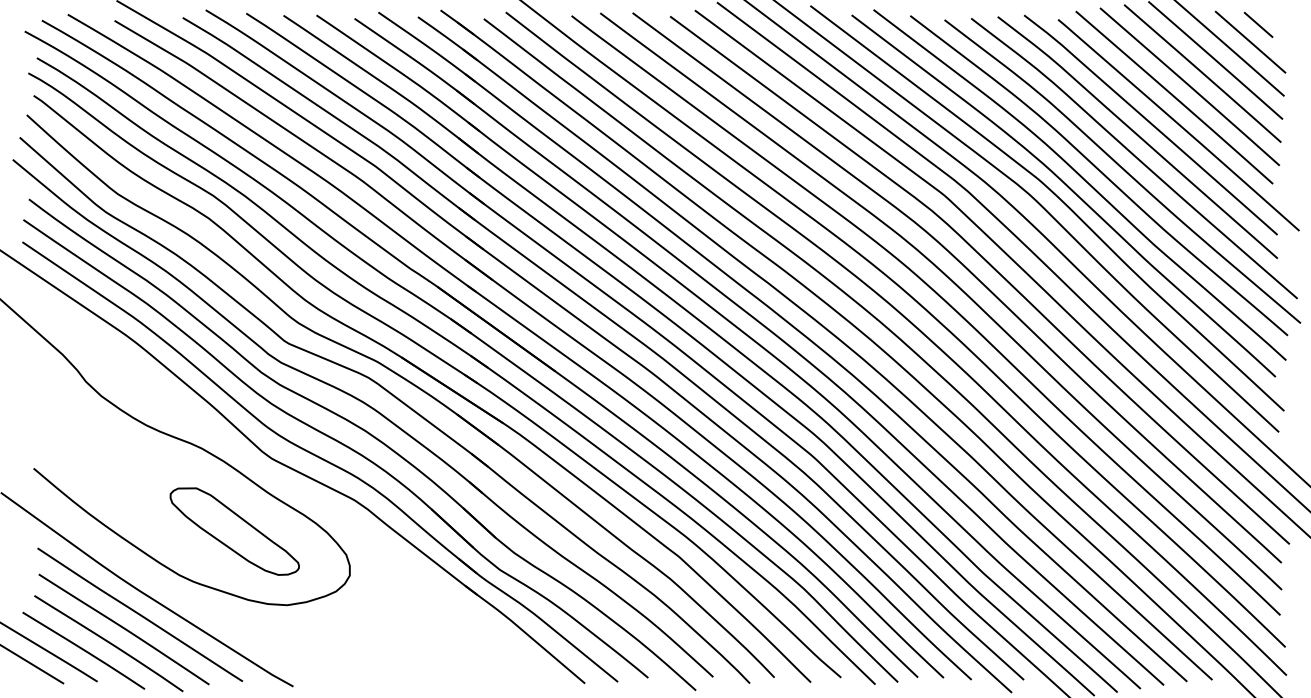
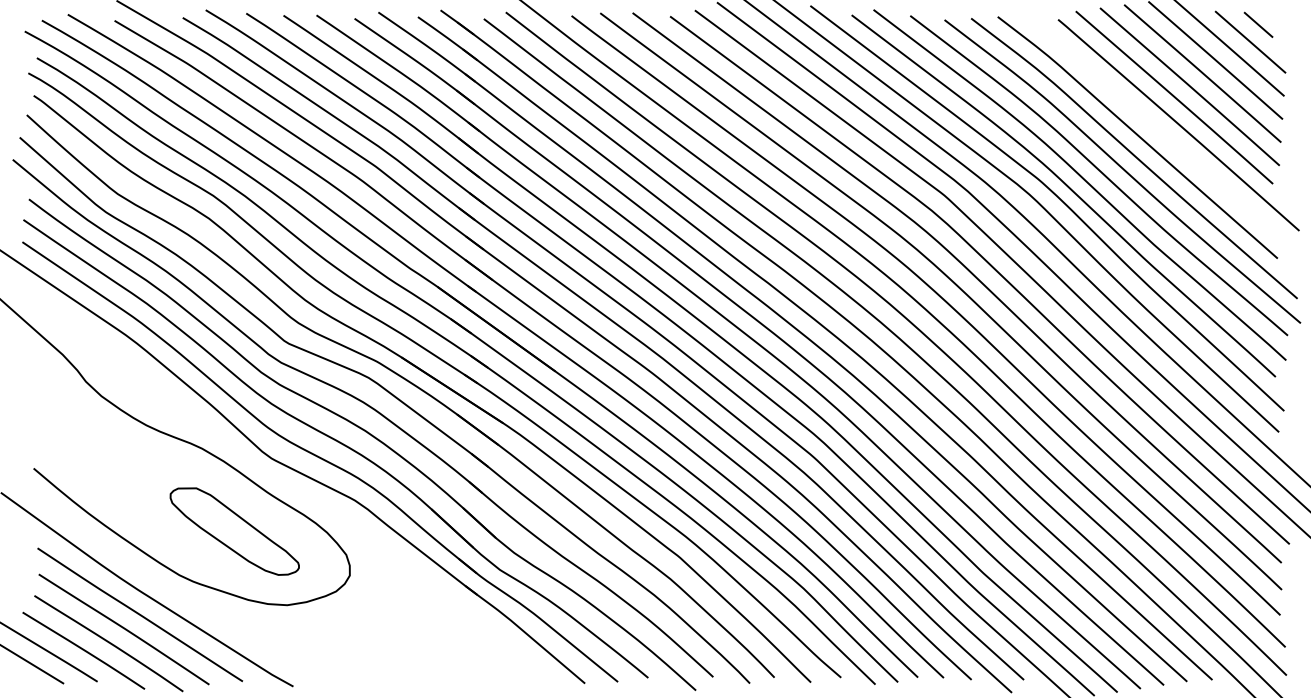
curve at (1150, 124): present -> none
